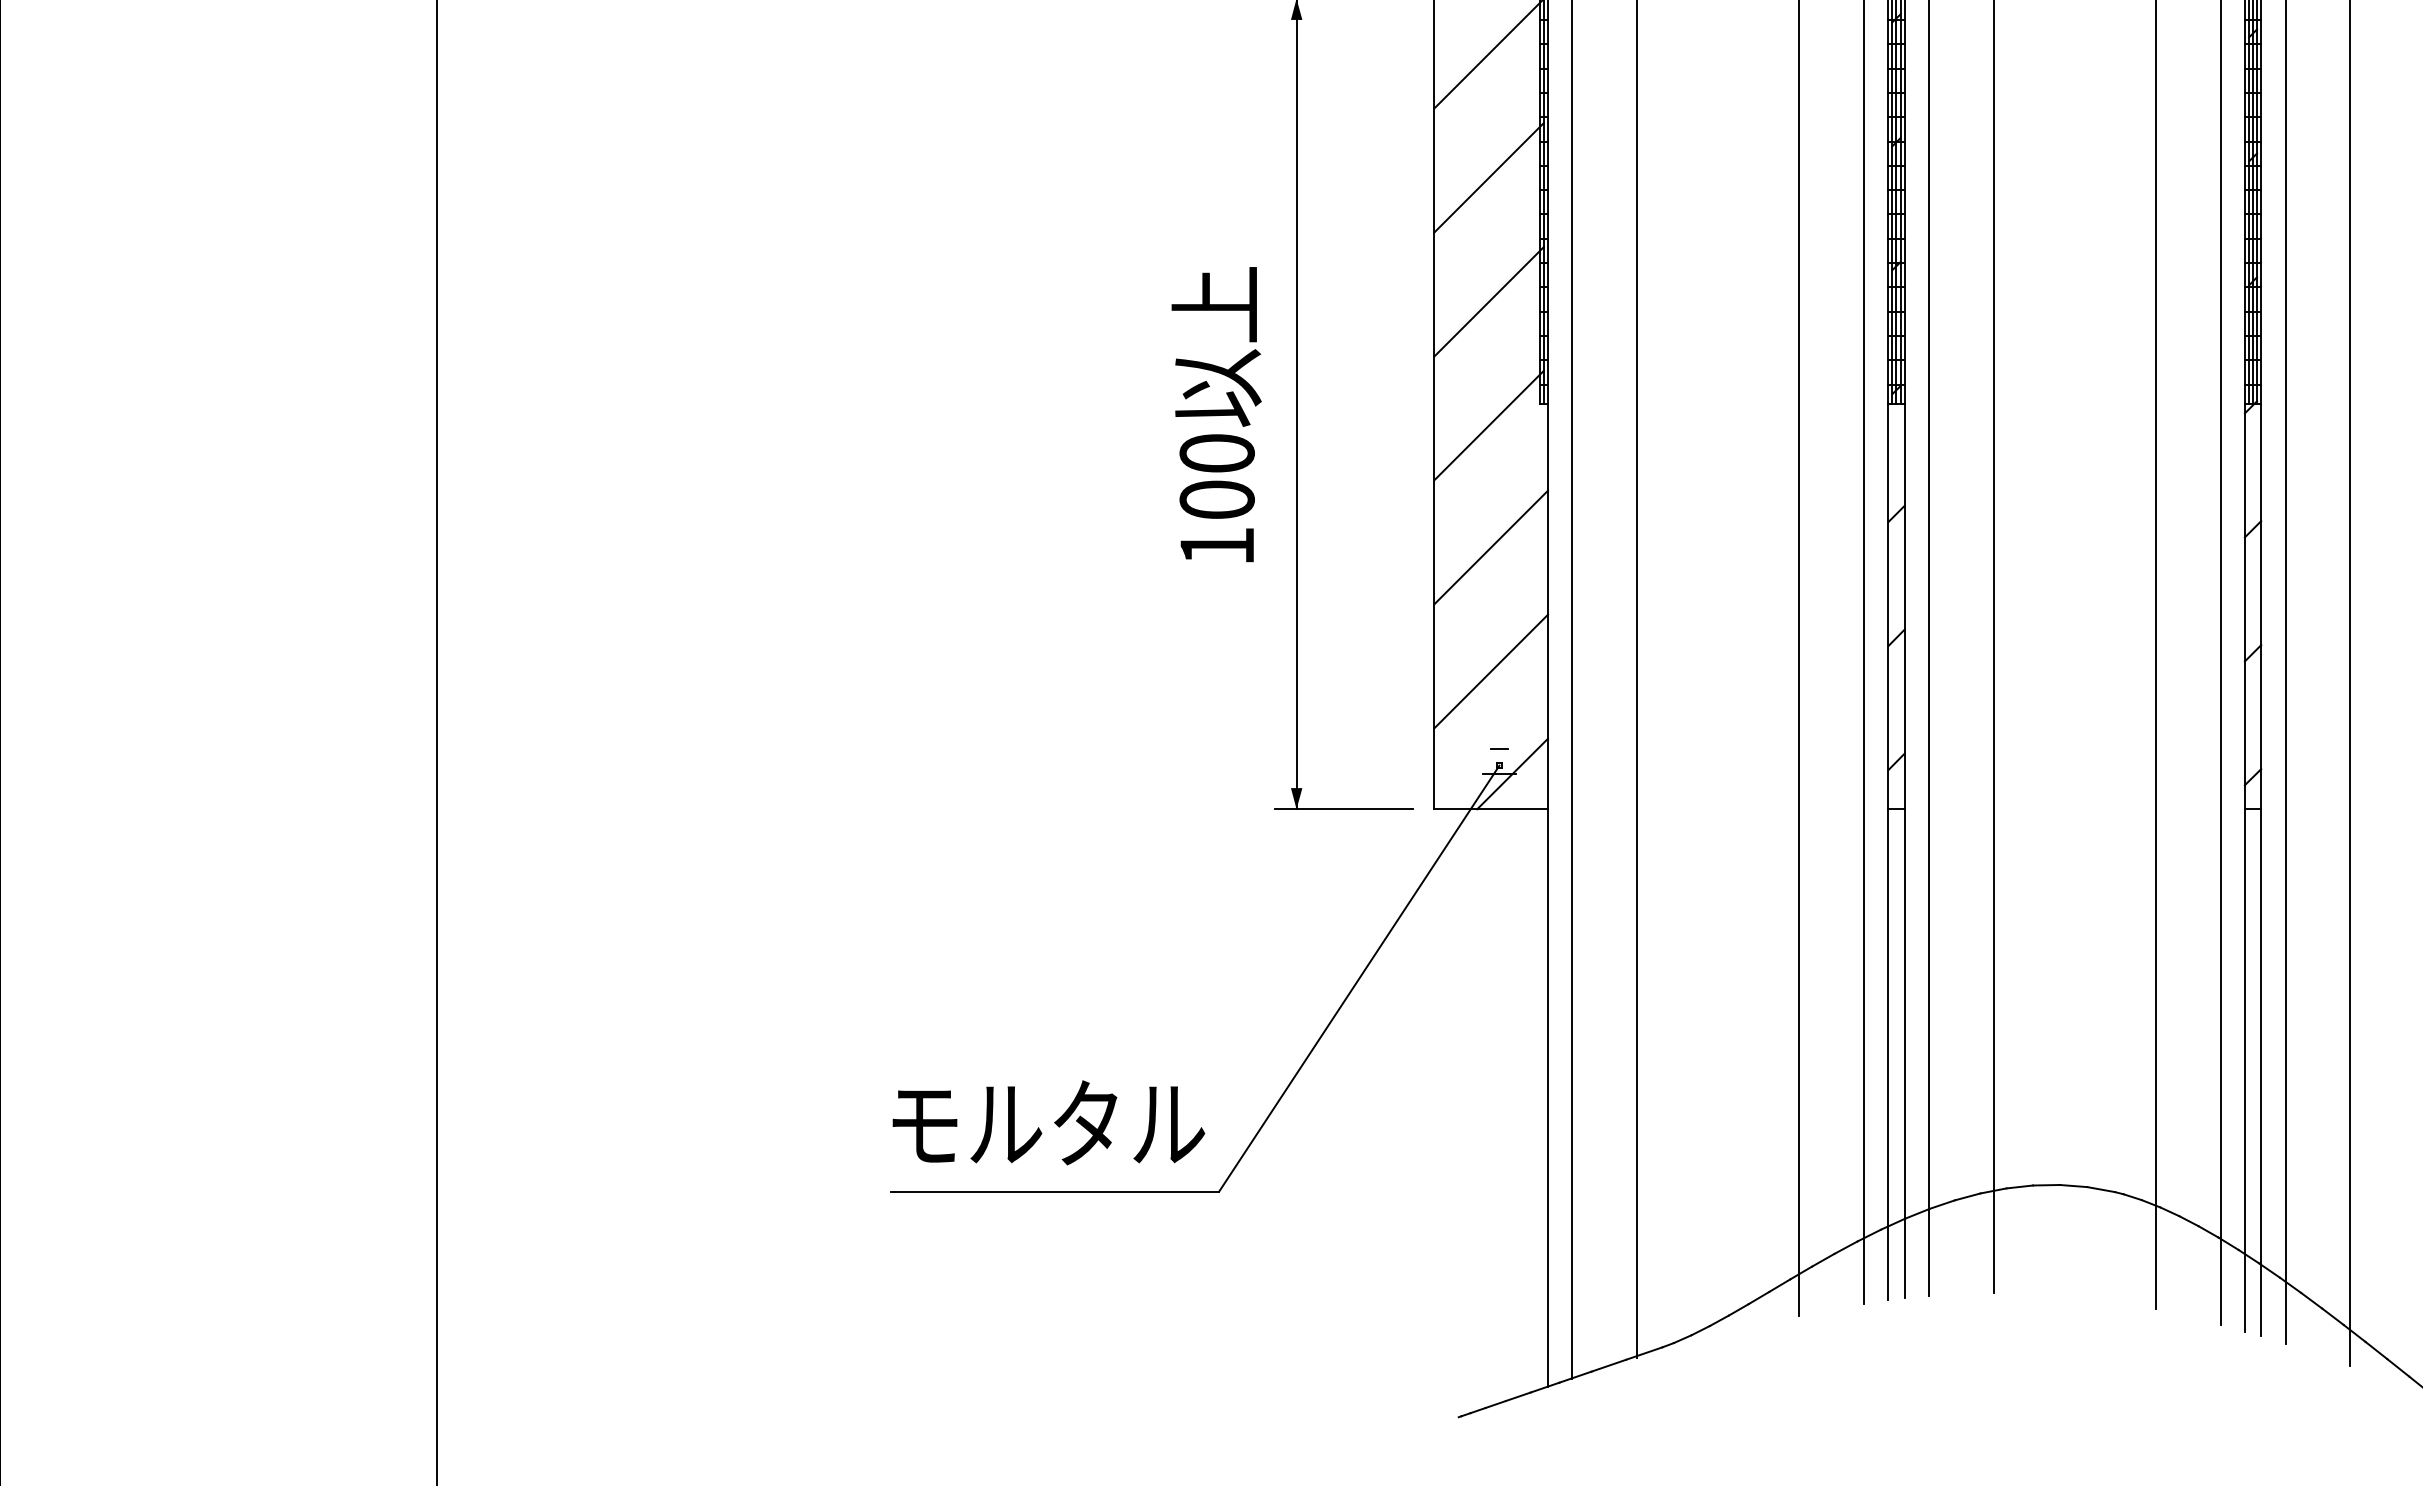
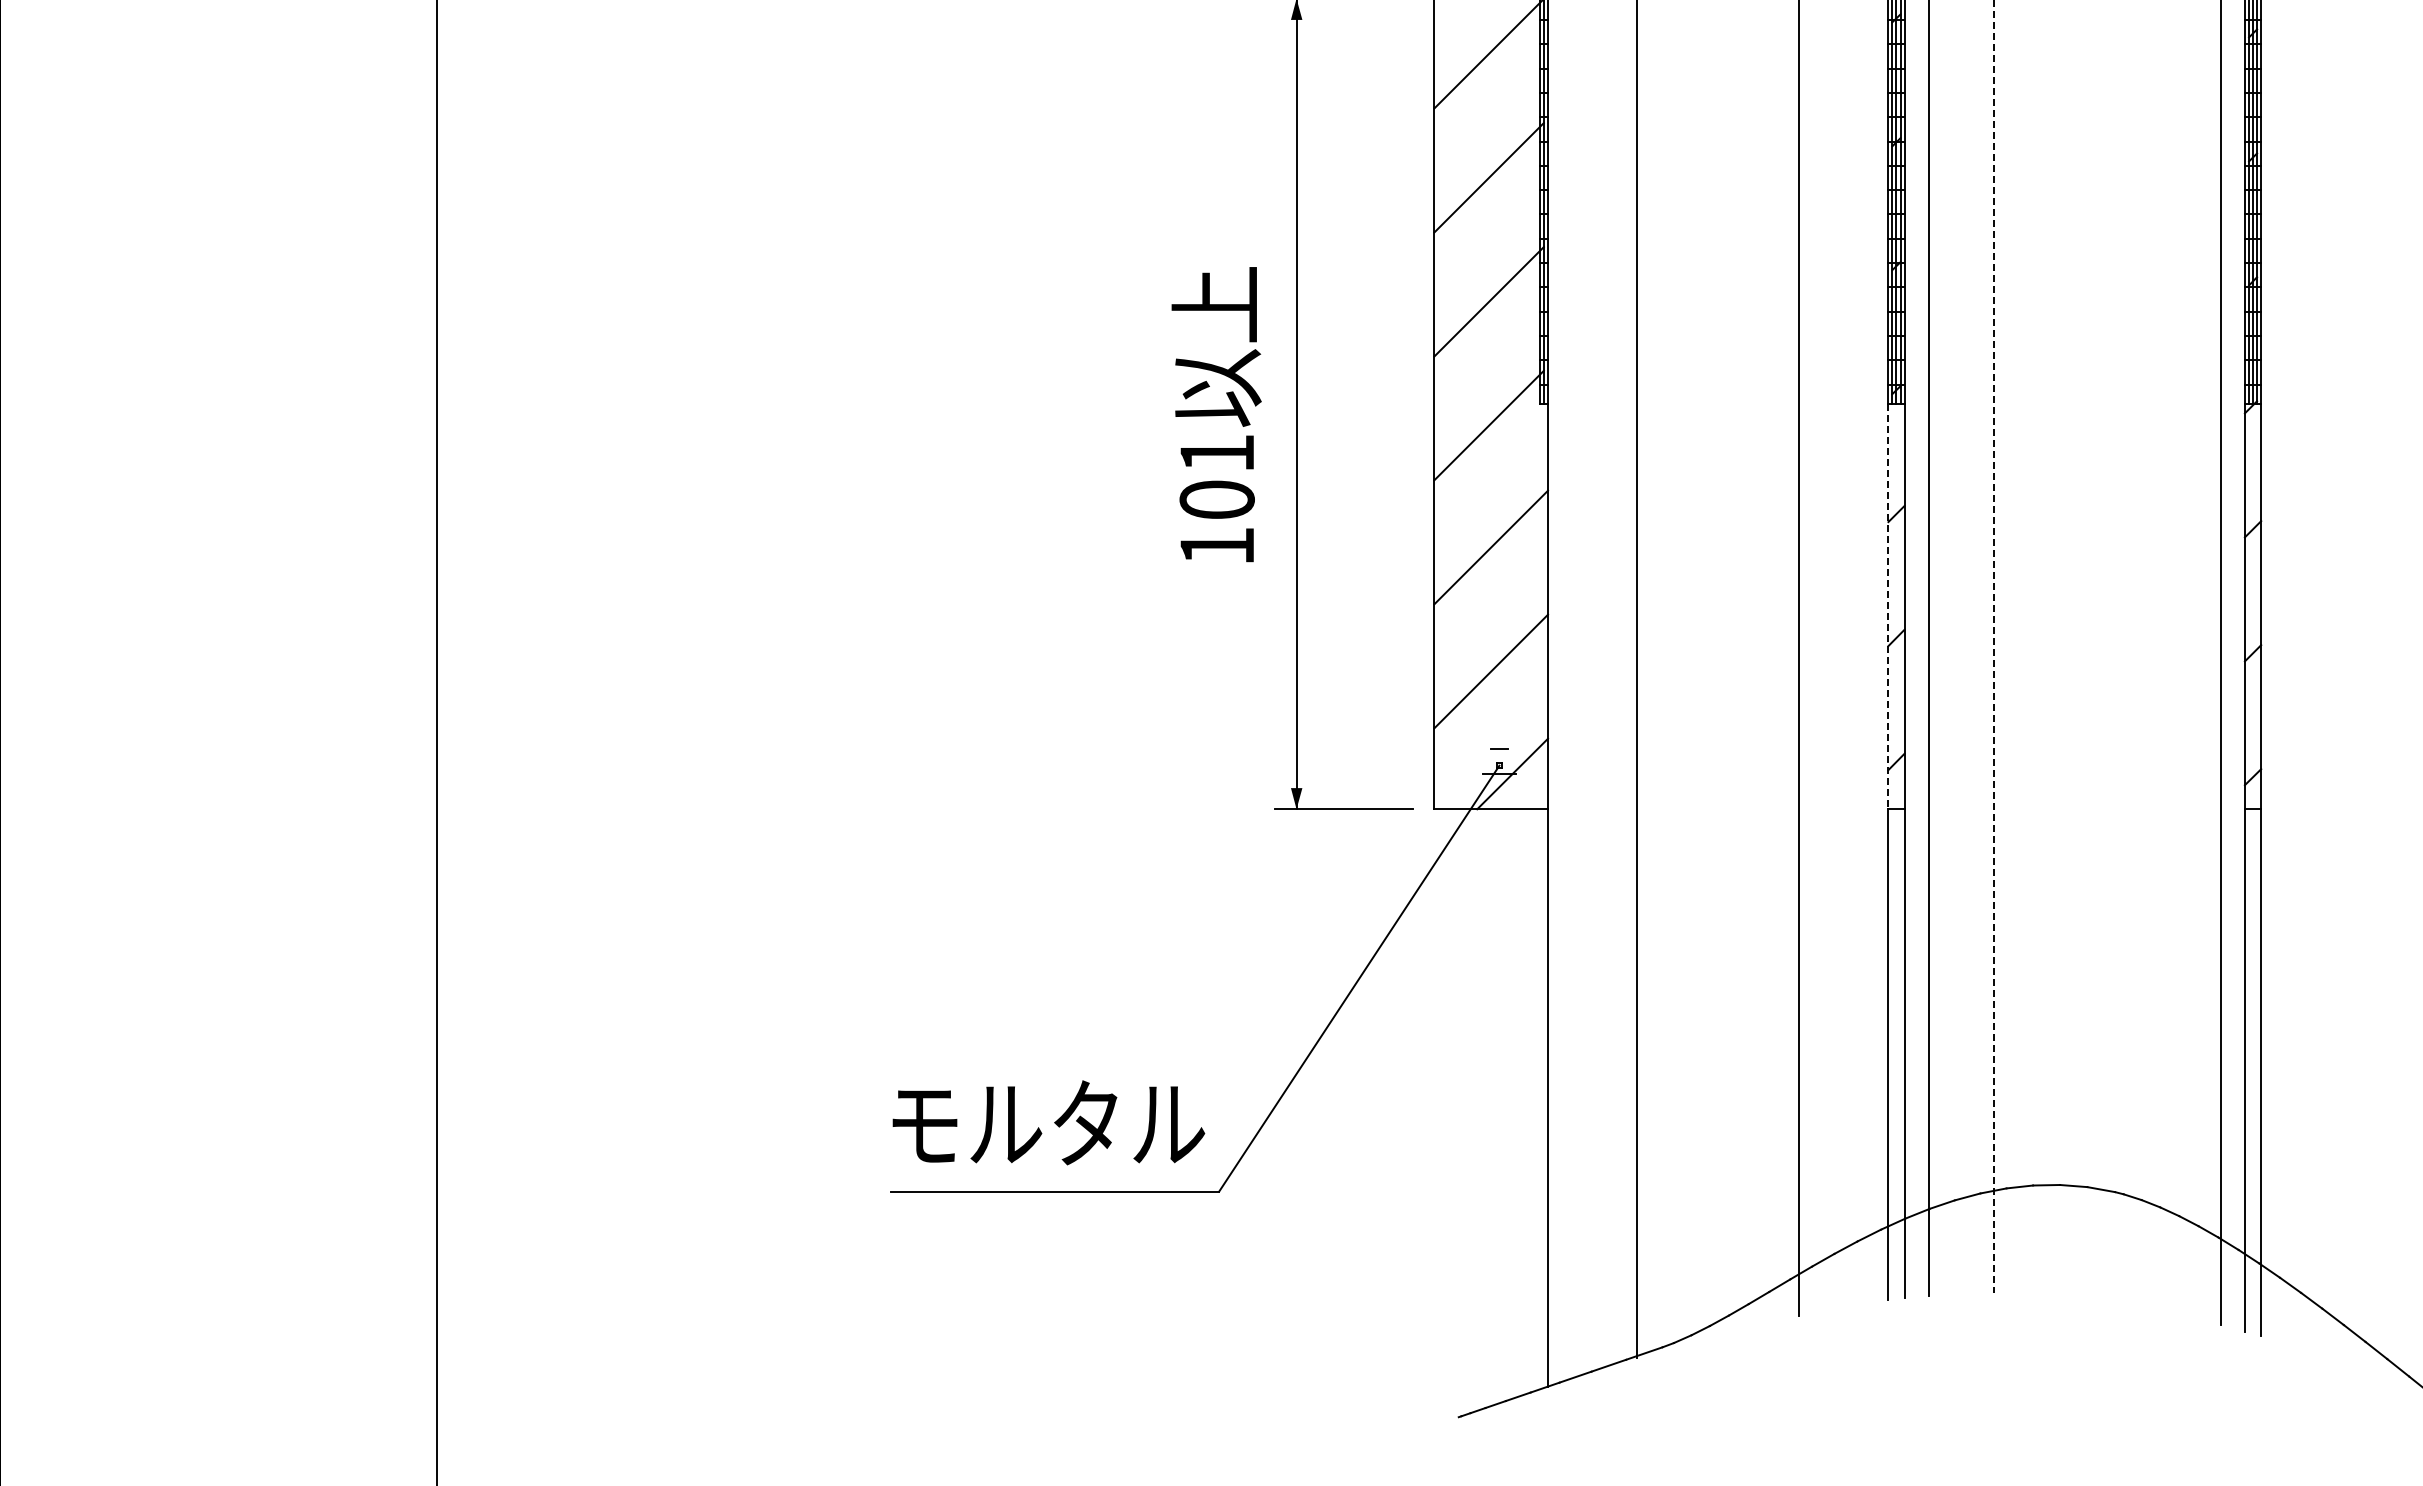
text at (1216, 453): 100 -> 101
line at (1888, 606): solid -> dashed
line at (1993, 646): solid -> dashed
line at (1864, 652): present -> none
line at (2155, 655): present -> none
line at (2285, 672): present -> none
line at (2350, 683): present -> none
line at (1572, 690): present -> none
